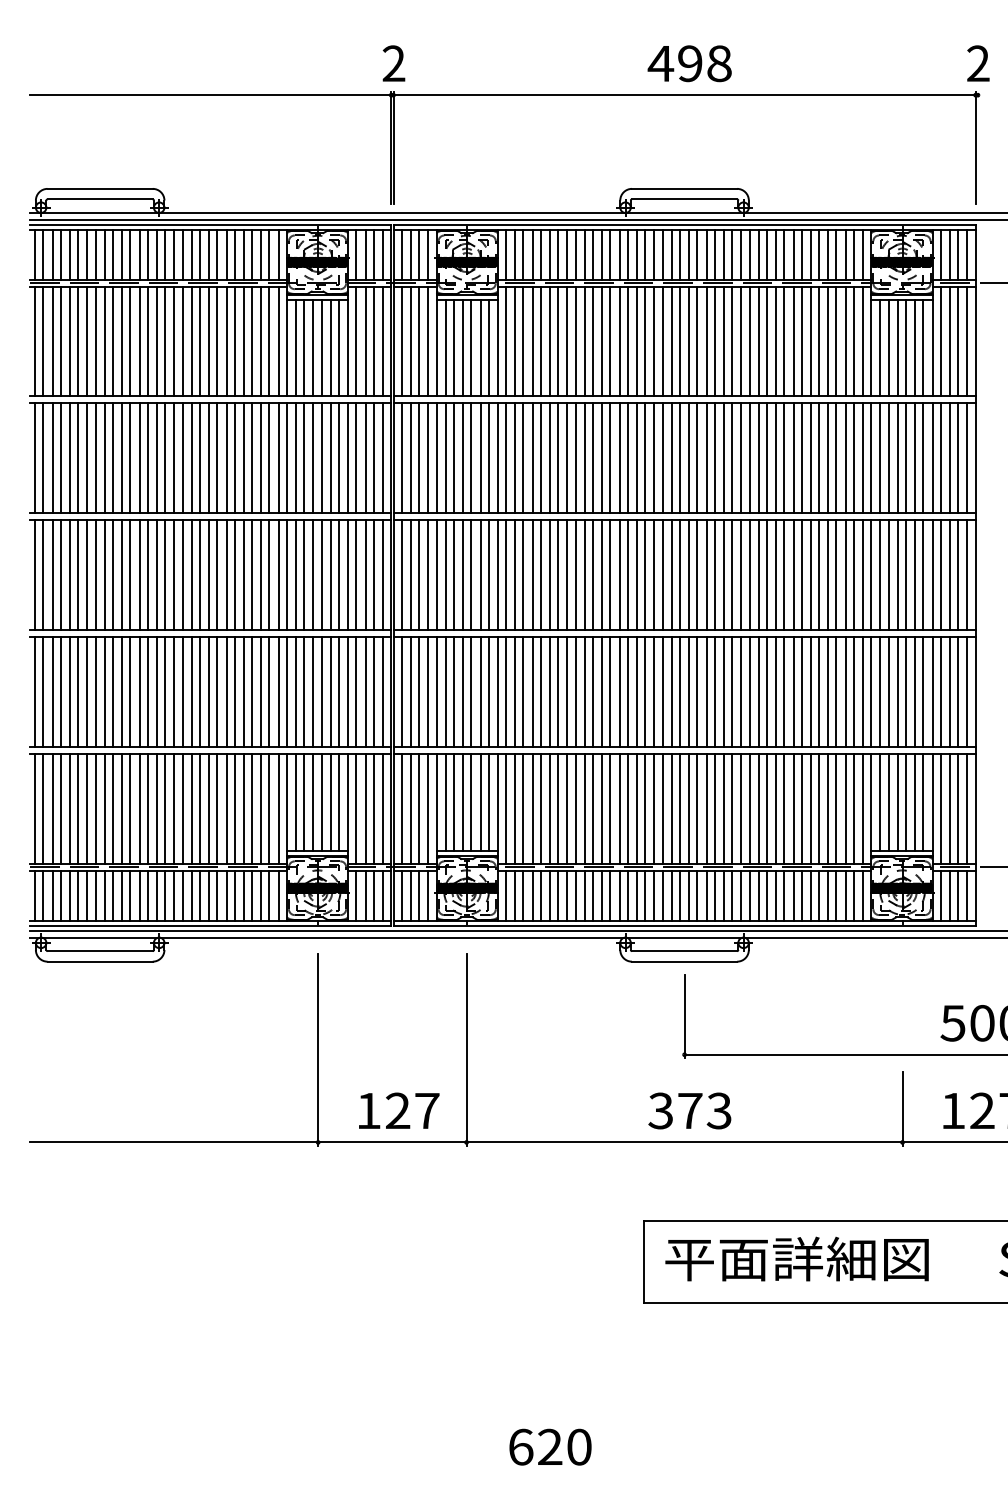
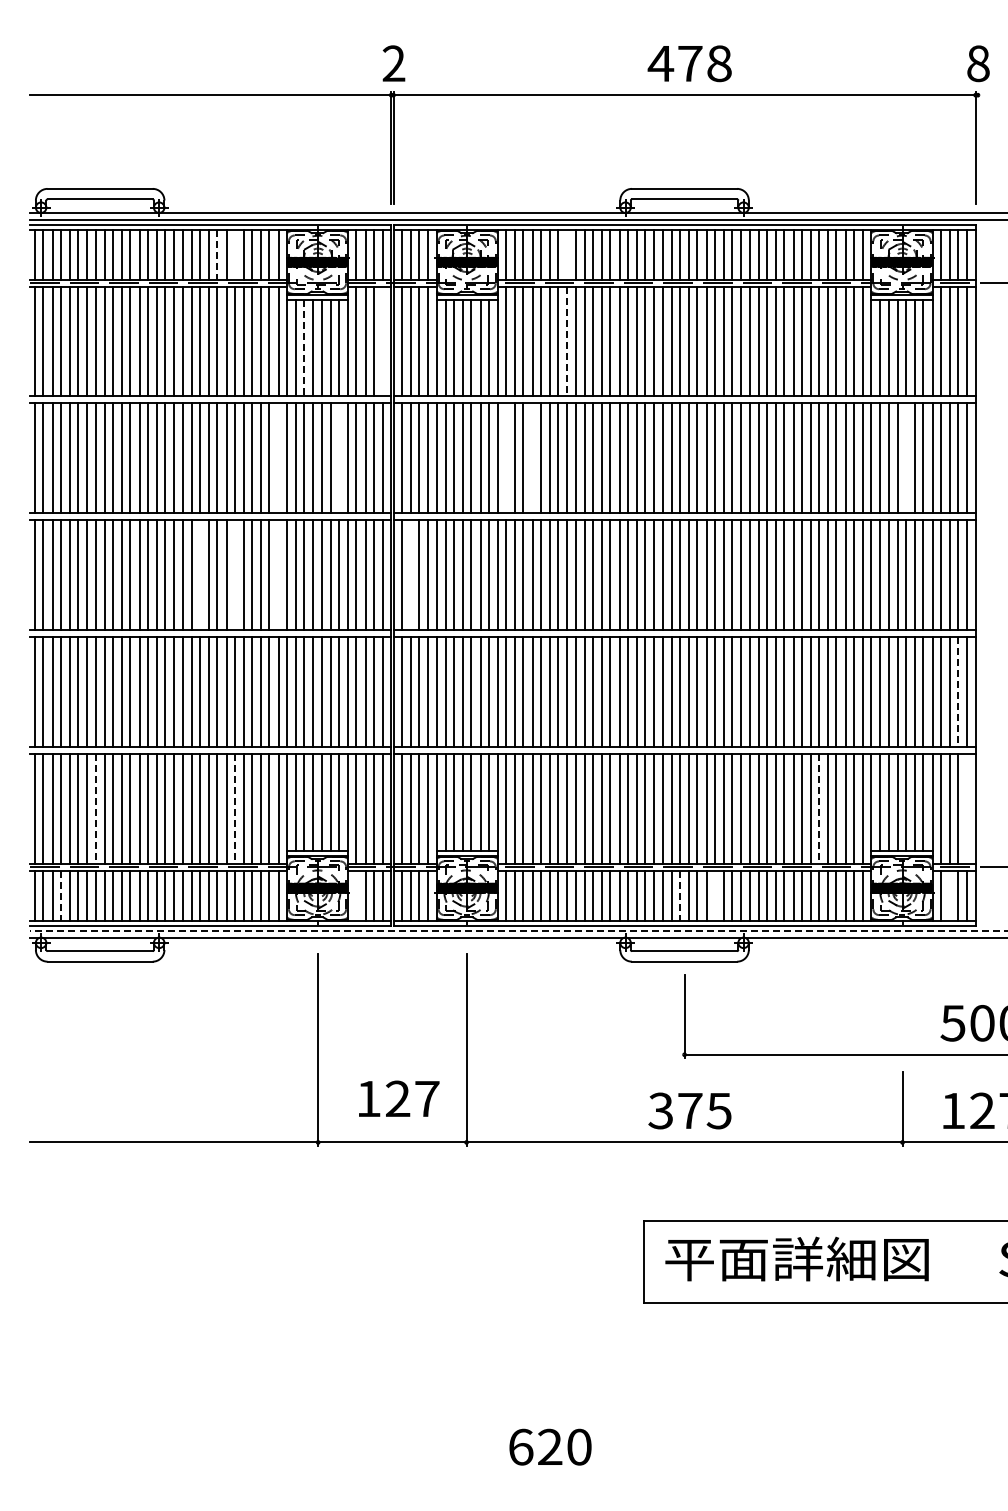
text at (690, 63): 498 -> 478
text at (978, 63): 2 -> 8
line at (217, 254): solid -> dashed
line at (234, 254): present -> none
line at (567, 254): present -> none
line at (383, 341): present -> none
line at (567, 341): solid -> dashed
line at (304, 348): solid -> dashed
line at (278, 458): present -> none
line at (339, 458): present -> none
line at (506, 458): present -> none
line at (532, 458): present -> none
line at (906, 458): present -> none
line at (199, 575): present -> none
line at (234, 575): present -> none
line at (278, 575): present -> none
line at (410, 575): present -> none
line at (958, 692): solid -> dashed
line at (967, 808): present -> none
line at (95, 809): solid -> dashed
line at (234, 809): solid -> dashed
line at (819, 809): solid -> dashed
line at (60, 895): solid -> dashed
line at (356, 895): present -> none
line at (679, 895): solid -> dashed
line at (714, 895): present -> none
line at (950, 895): present -> none
line at (518, 930): solid -> dashed
text at (399, 1110) position: (399, 1110) -> (399, 1098)
text at (719, 1110): 373 -> 375
